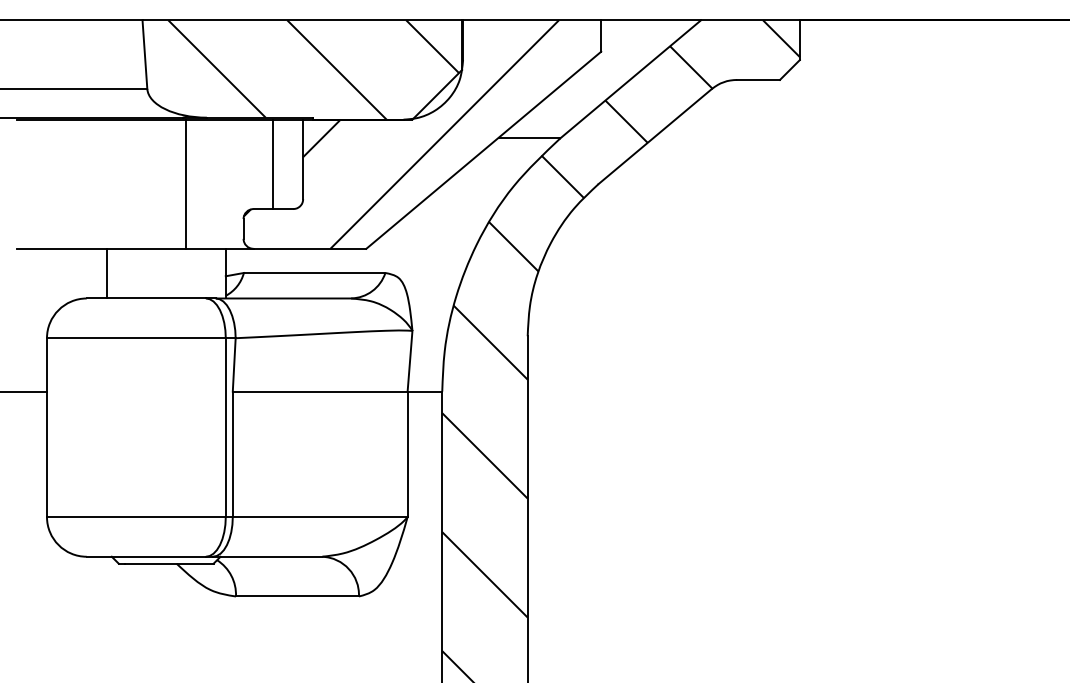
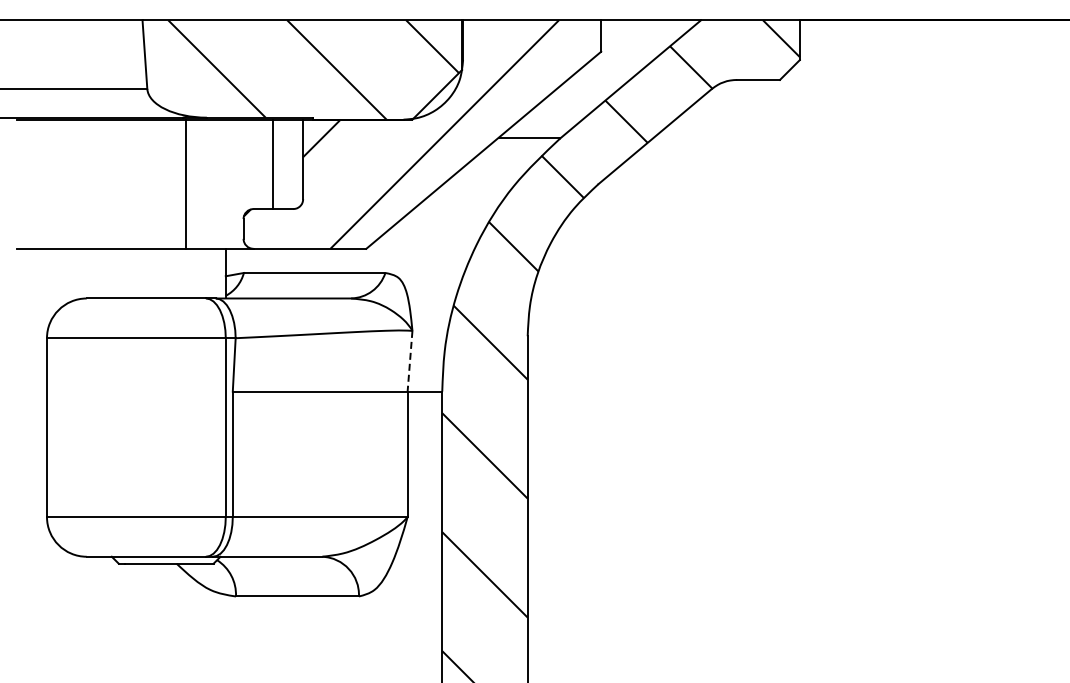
line at (106, 273): present -> none
line at (410, 361): solid -> dashed
line at (24, 391): present -> none
